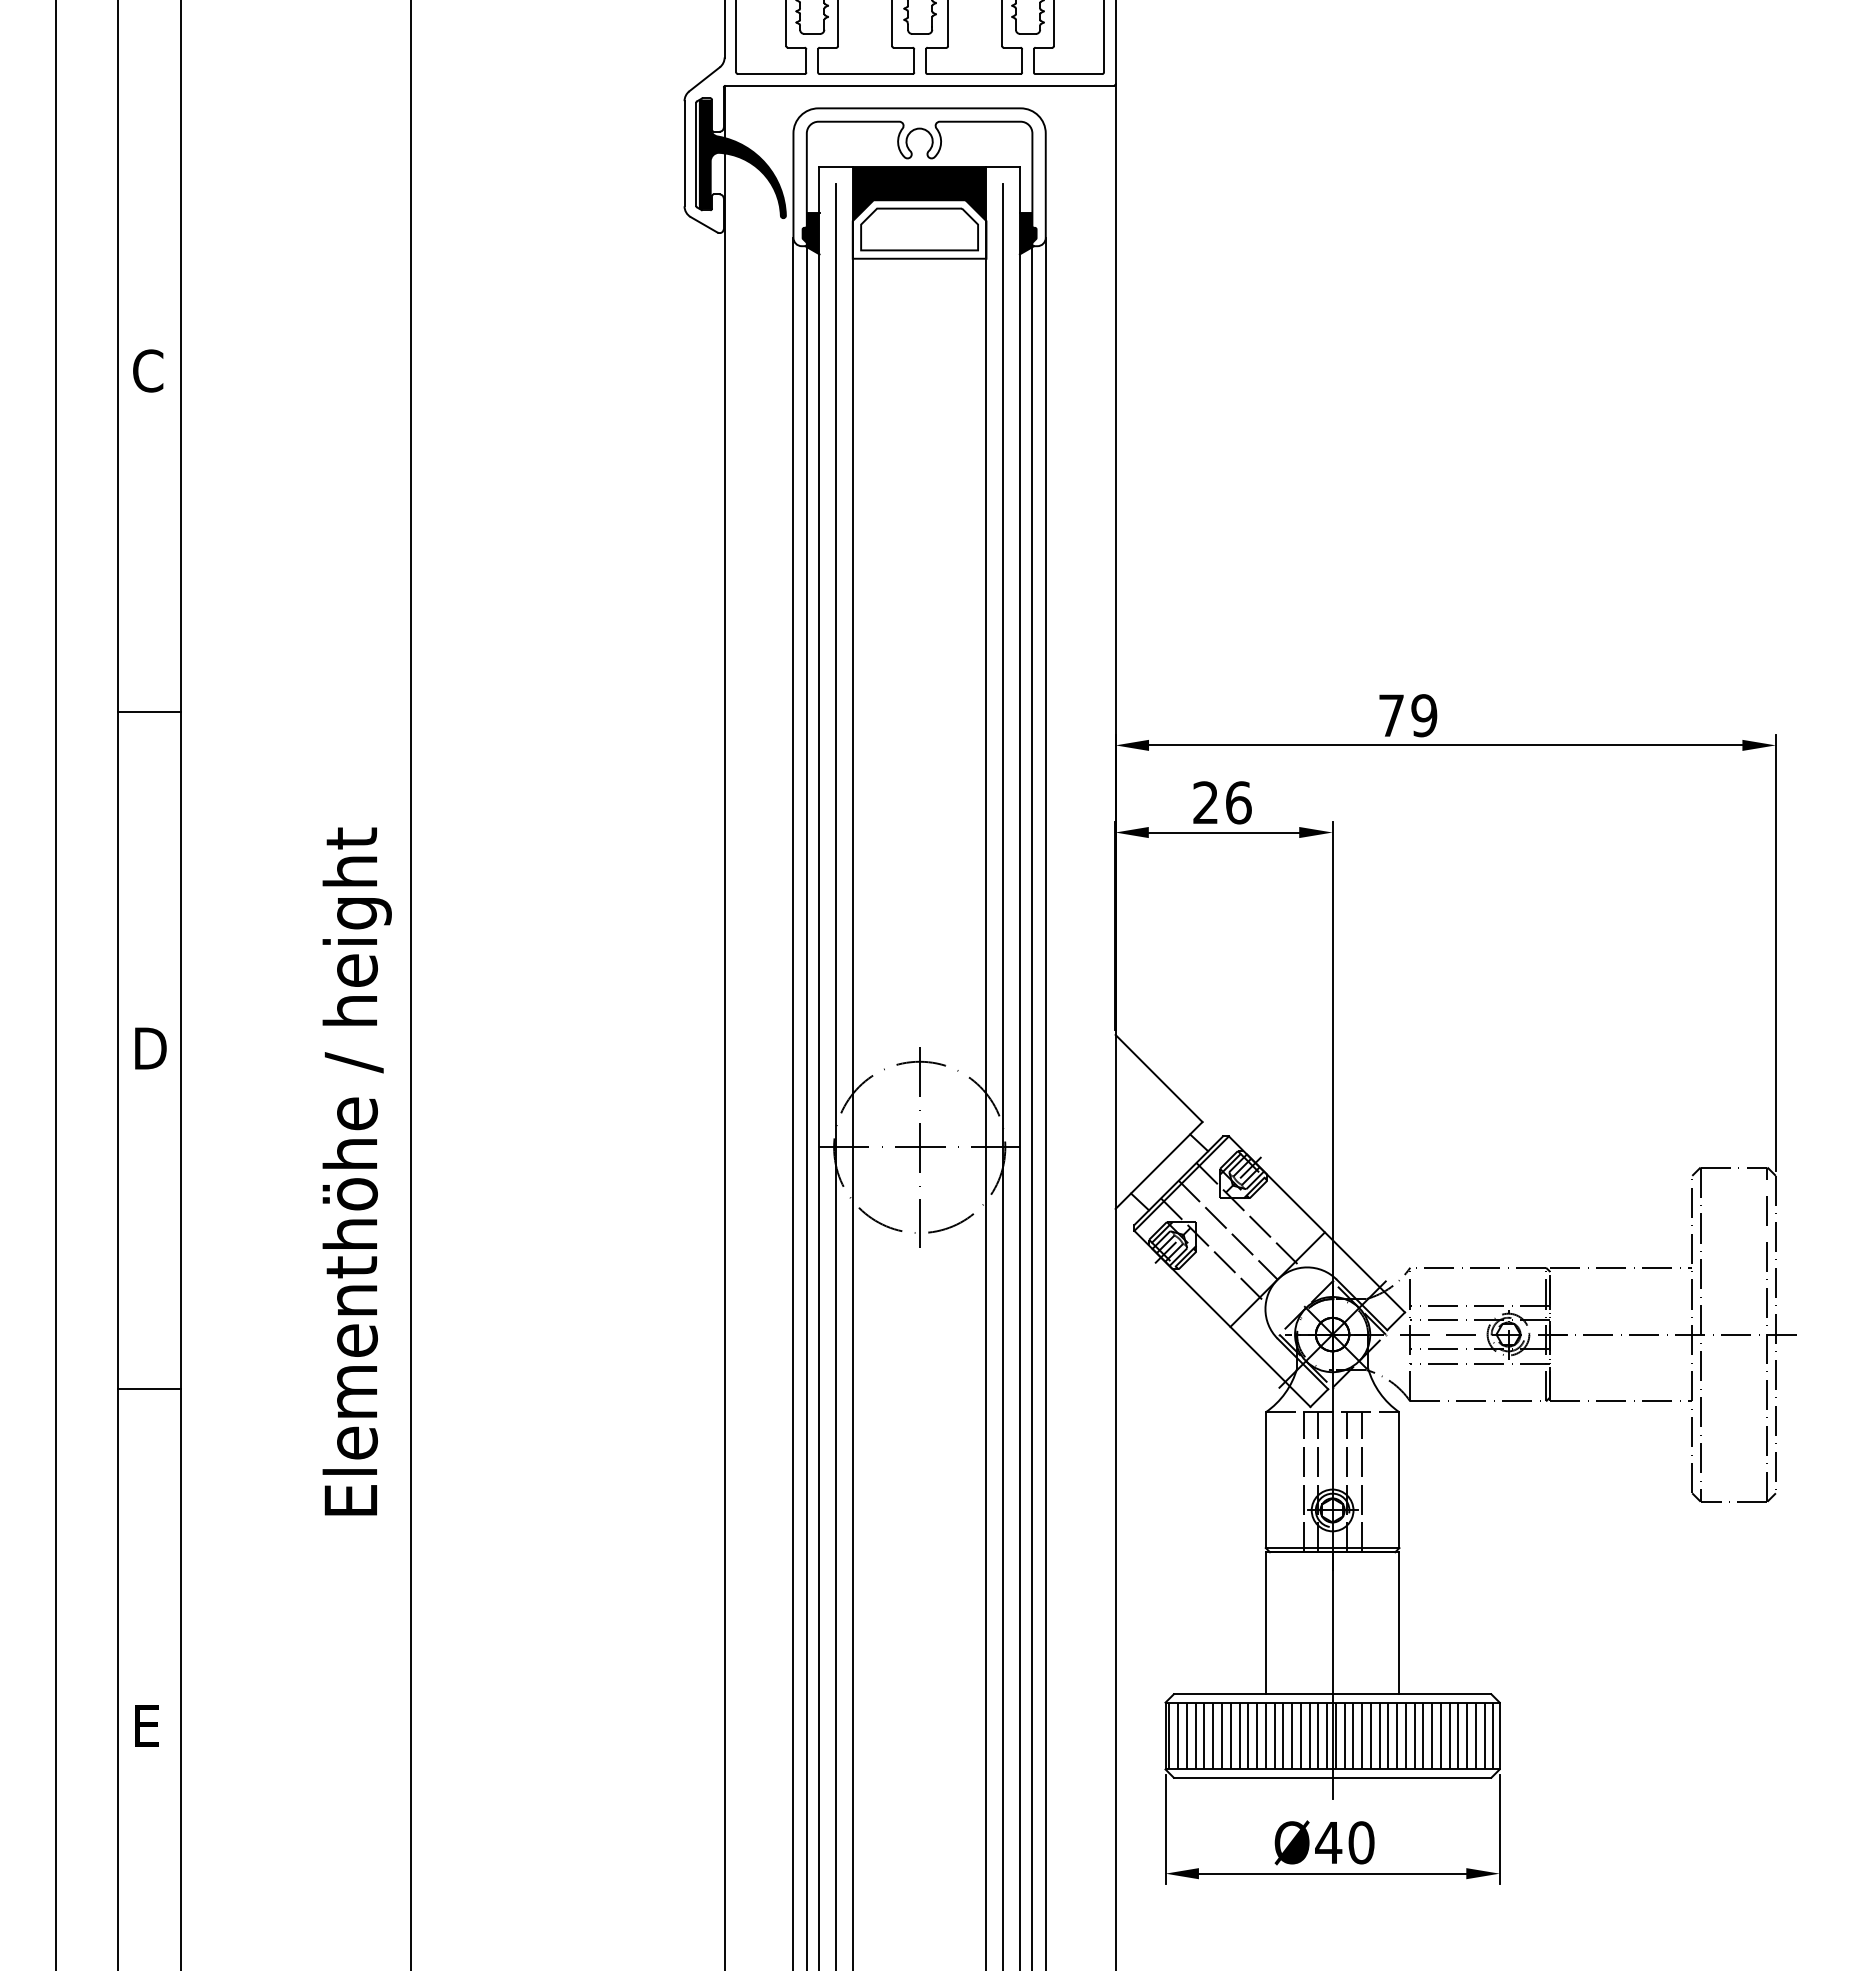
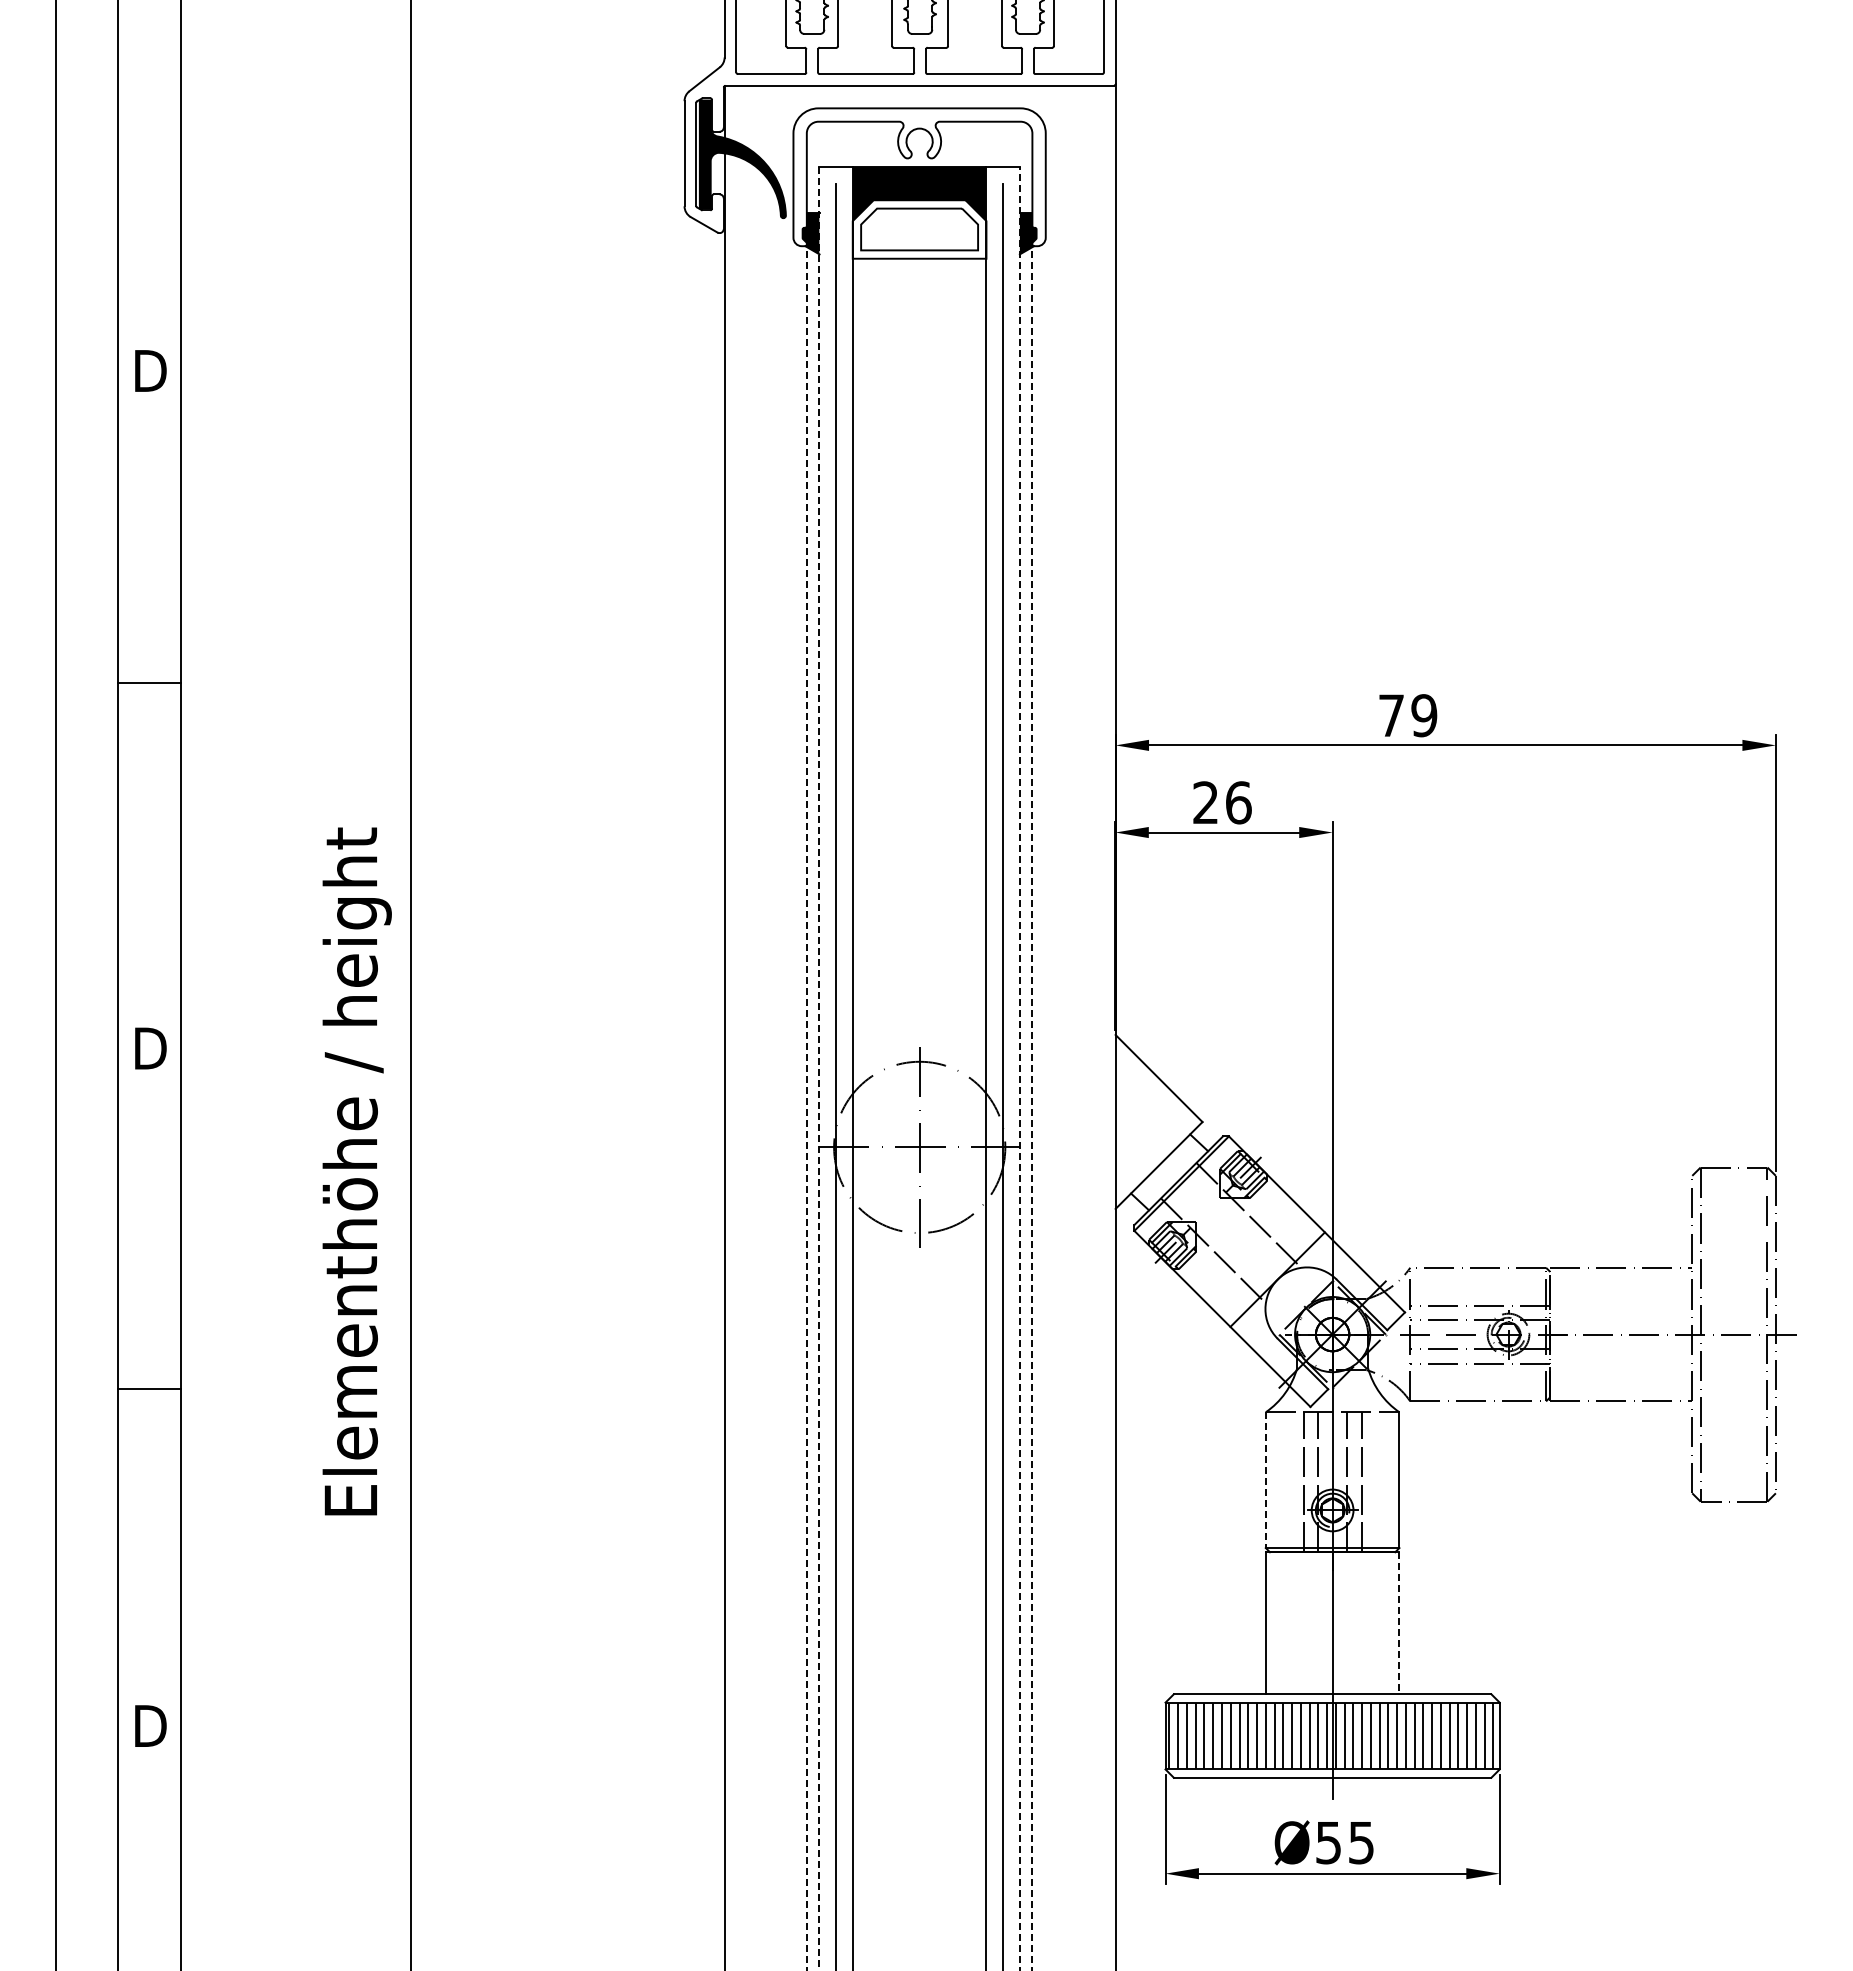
text at (149, 370): C -> D
line at (149, 711) position: (149, 711) -> (149, 682)
line at (819, 1068): solid -> dashed
line at (1019, 1068): solid -> dashed
line at (793, 1102): present -> none
line at (1045, 1102): present -> none
line at (806, 1106): solid -> dashed
line at (1032, 1106): solid -> dashed
line at (1227, 1229): present -> none
line at (1265, 1480): solid -> dashed
line at (1399, 1623): solid -> dashed
text at (150, 1725): E -> D
text at (1344, 1842): Ø40 -> Ø55
